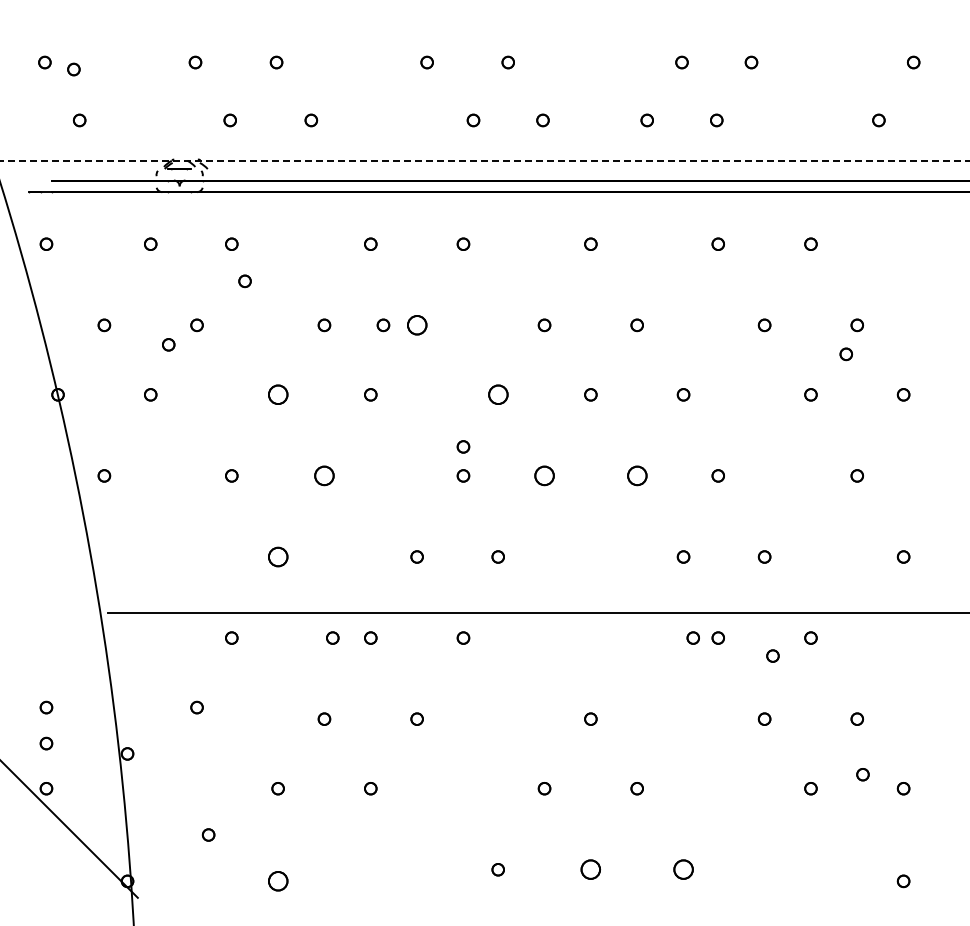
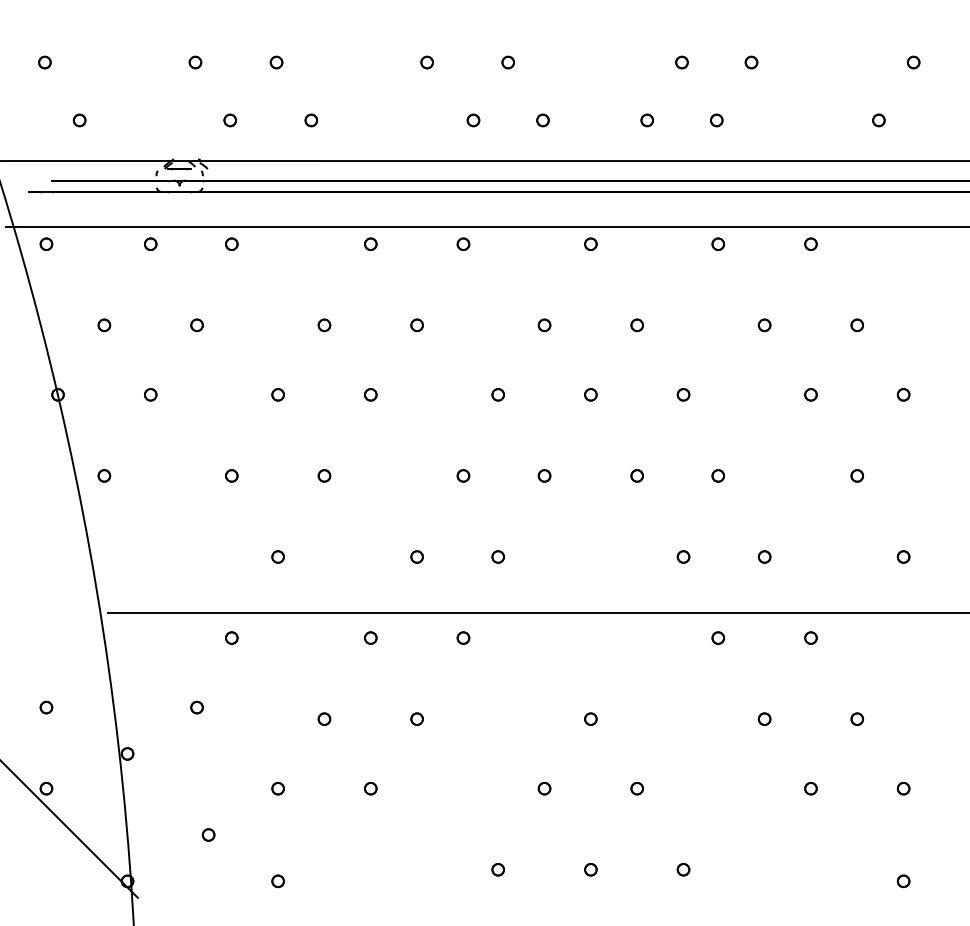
part at (73, 69): present -> none
line at (485, 161): dashed -> solid
line at (485, 226): none -> present
part at (244, 281): present -> none
part at (383, 325): present -> none
part at (417, 325) size: 21x21 px -> 14x15 px
part at (168, 344): present -> none
part at (846, 354): present -> none
part at (278, 394) size: 21x21 px -> 14x14 px
part at (498, 394) size: 21x21 px -> 14x14 px
part at (463, 446): present -> none
part at (324, 475) size: 21x22 px -> 15x14 px
part at (544, 475) size: 21x22 px -> 15x14 px
part at (637, 475) size: 21x22 px -> 14x14 px
part at (278, 556) size: 21x22 px -> 14x14 px
part at (332, 637): present -> none
part at (692, 637): present -> none
part at (772, 655): present -> none
part at (46, 743): present -> none
part at (862, 774): present -> none
part at (590, 869) size: 21x21 px -> 14x14 px
part at (683, 869) size: 21x21 px -> 15x14 px
part at (278, 881) size: 21x21 px -> 14x15 px
